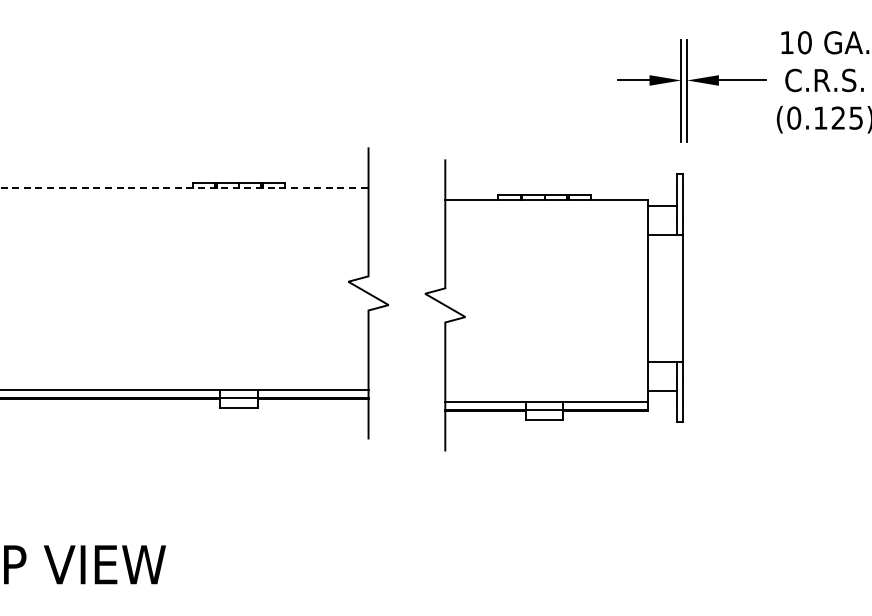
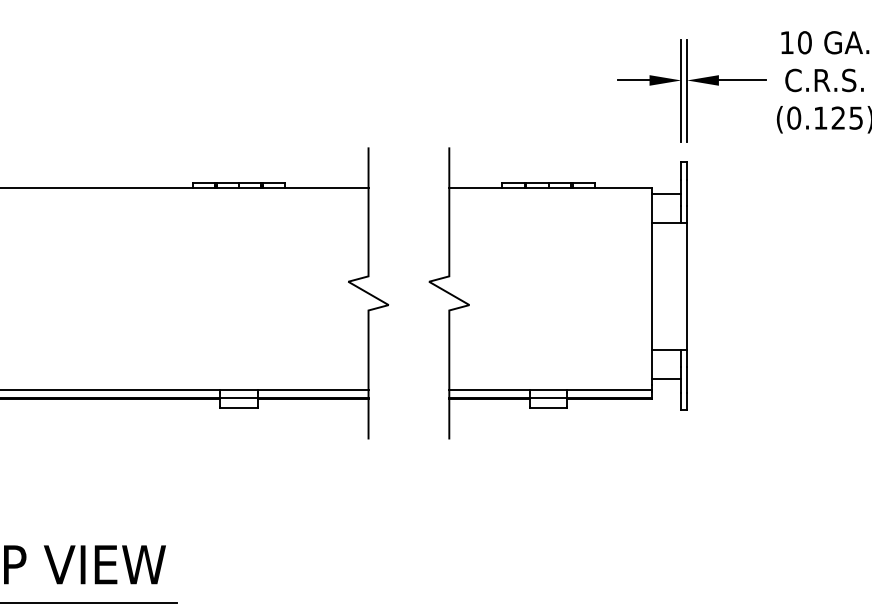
line at (184, 187): dashed -> solid
part at (553, 305) position: (553, 305) -> (557, 293)
line at (89, 603): none -> present
